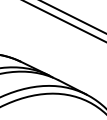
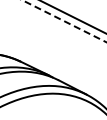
line at (64, 21): solid -> dashed
